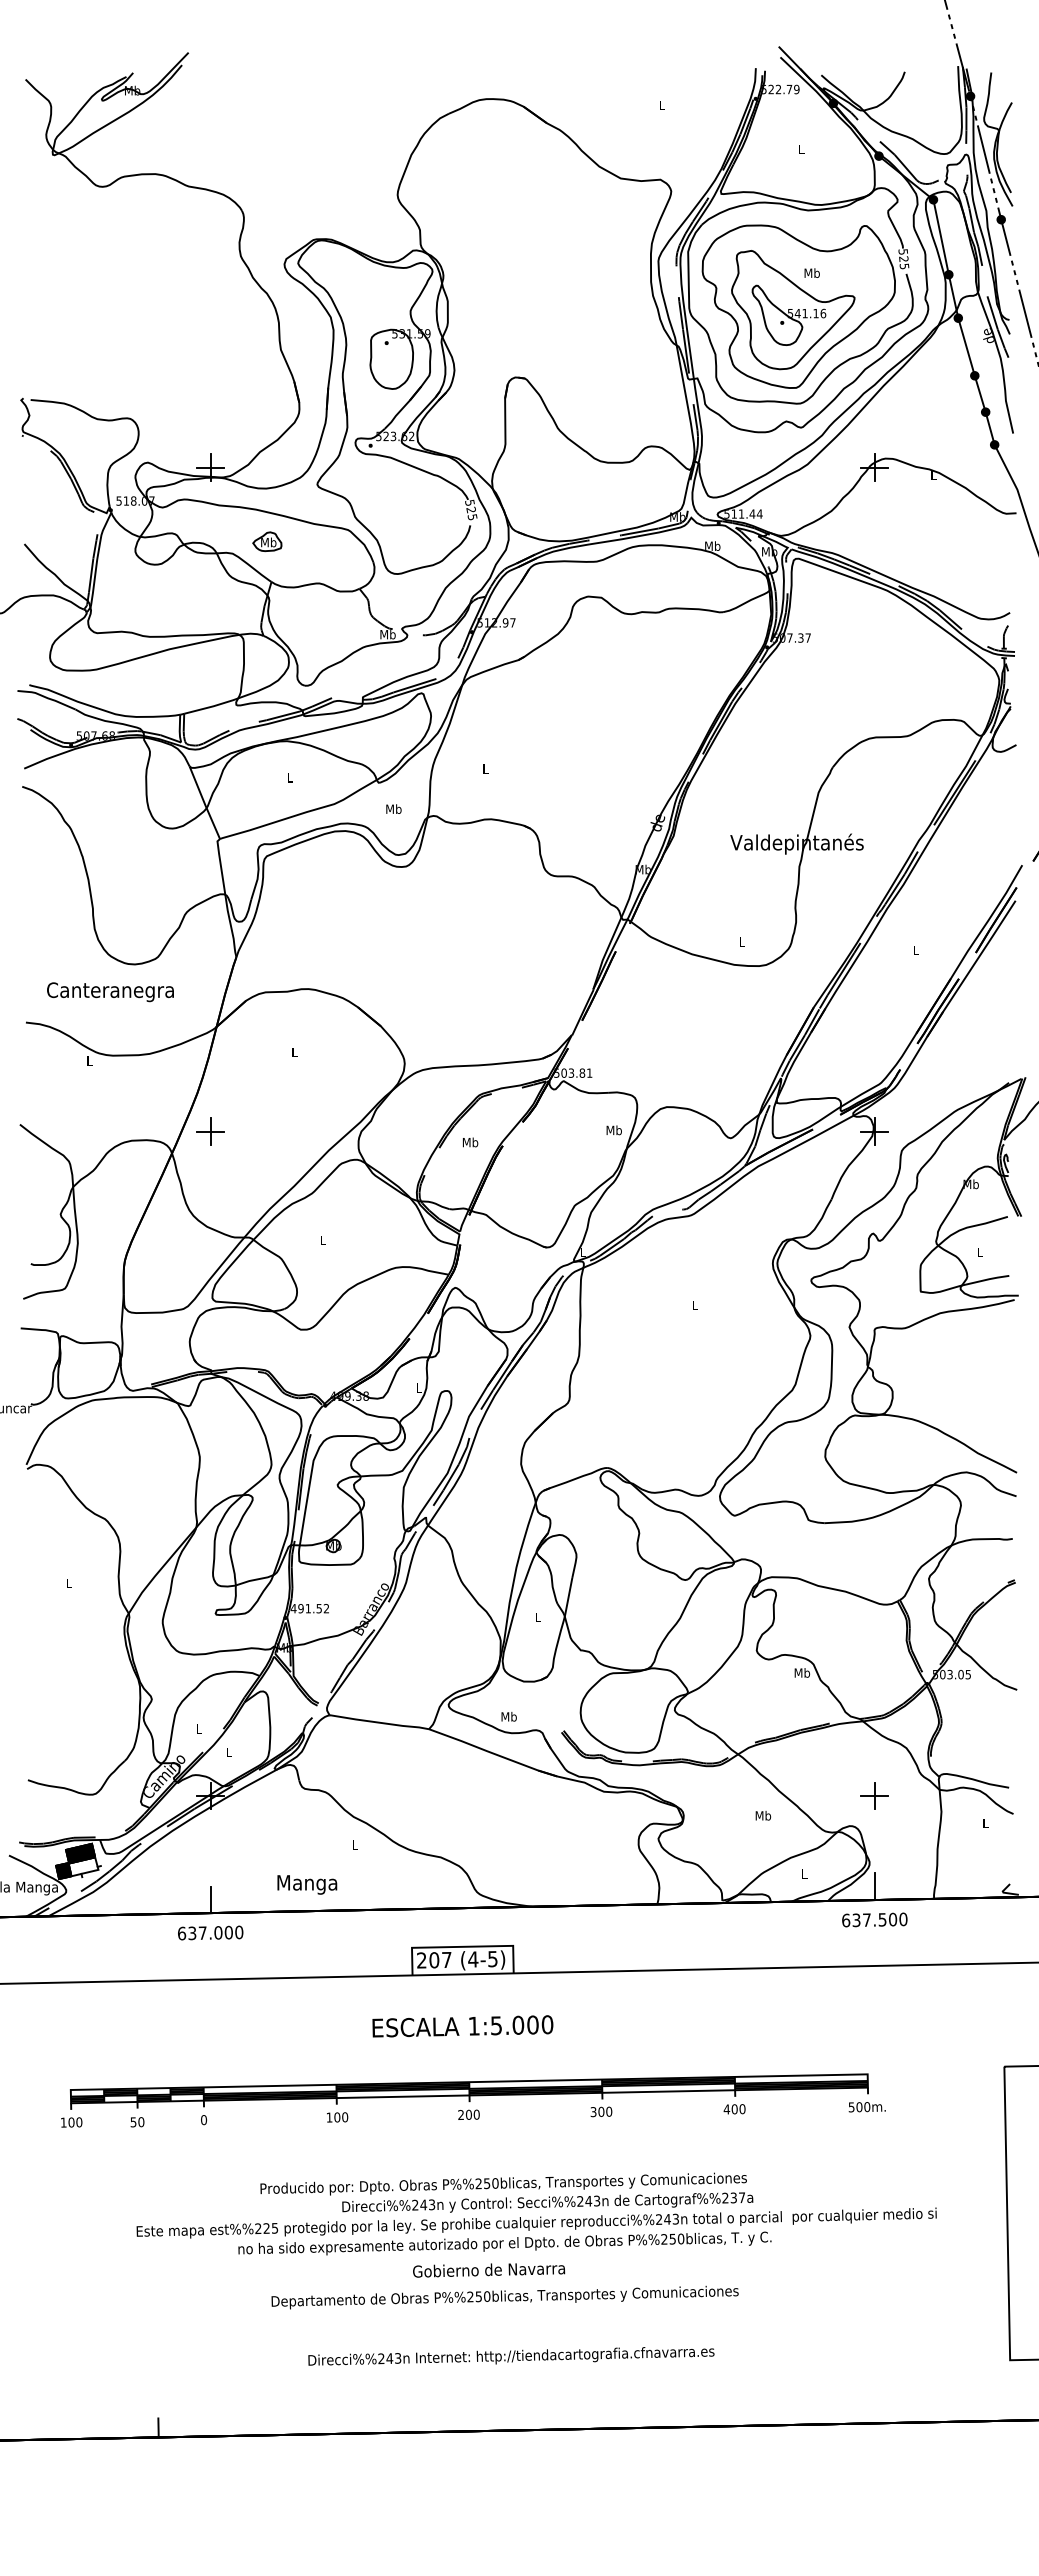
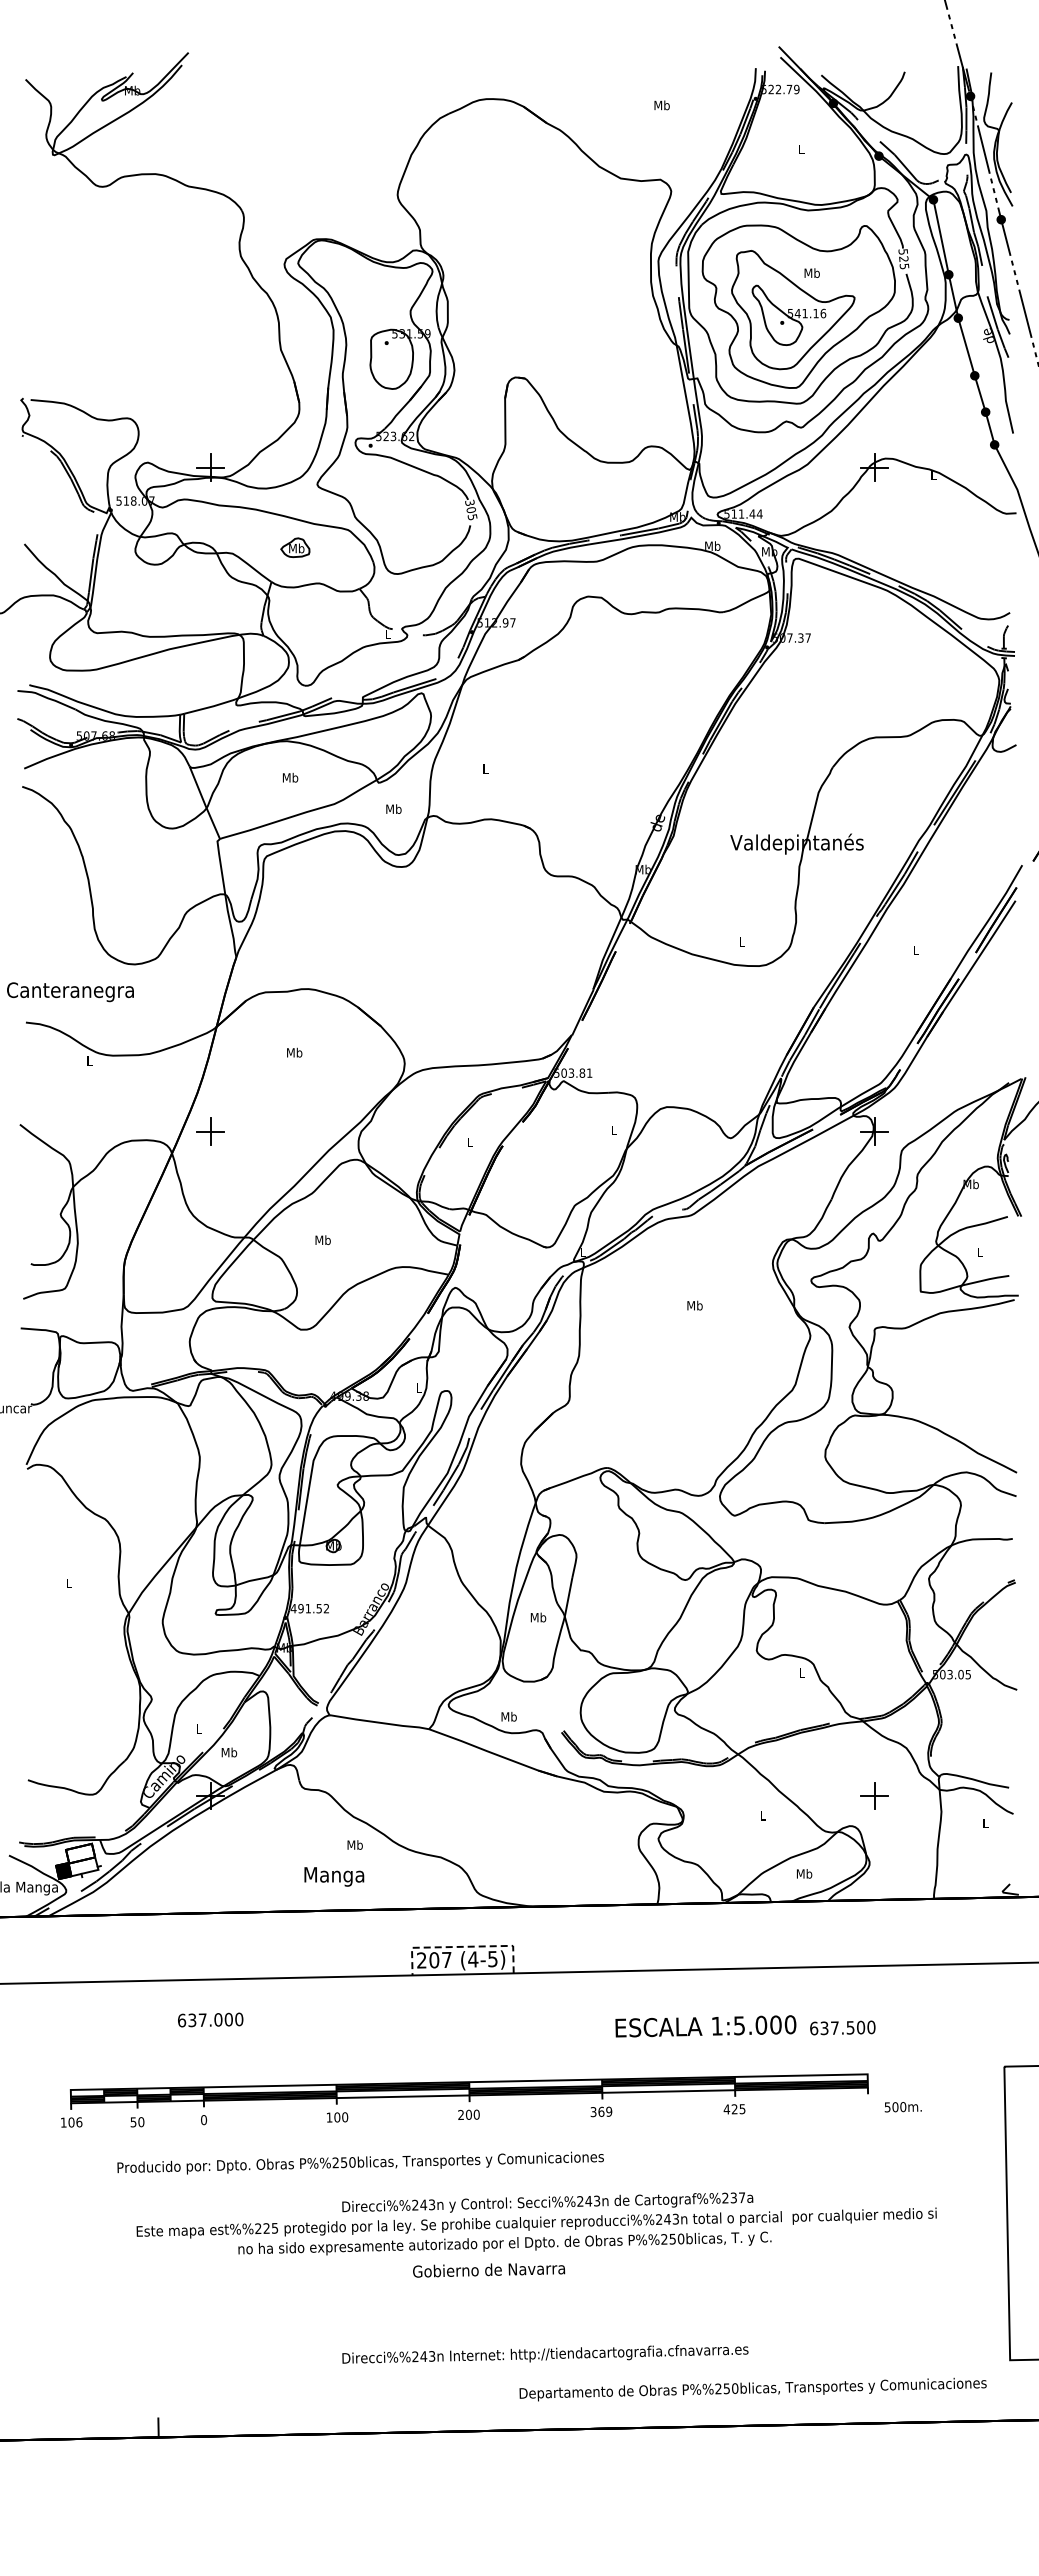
text at (661, 105): L -> Mb
text at (470, 506): 525 -> 305
part at (267, 541) position: (267, 541) -> (295, 547)
text at (387, 634): Mb -> L
text at (290, 777): L -> Mb
text at (110, 992) position: (110, 992) -> (70, 992)
text at (294, 1052): L -> Mb
text at (613, 1130): Mb -> L
text at (470, 1142): Mb -> L
text at (322, 1240): L -> Mb
text at (694, 1305): L -> Mb
text at (538, 1617): L -> Mb
text at (802, 1672): Mb -> L
text at (229, 1752): L -> Mb
text at (763, 1815): Mb -> L
text at (354, 1844): L -> Mb
fill at (80, 1853): present -> none
text at (804, 1873): L -> Mb
text at (307, 1884) position: (307, 1884) -> (334, 1876)
line at (874, 1886): present -> none
line at (210, 1899): present -> none
text at (874, 1919) position: (874, 1919) -> (842, 2027)
text at (210, 1932) position: (210, 1932) -> (210, 2019)
line at (462, 1946): solid -> dashed
text at (462, 2026) position: (462, 2026) -> (705, 2026)
text at (866, 2107) position: (866, 2107) -> (902, 2107)
text at (738, 2109): 400 -> 425
text at (605, 2111): 300 -> 369
text at (79, 2122): 100 -> 106
text at (503, 2183) position: (503, 2183) -> (360, 2162)
text at (504, 2297) position: (504, 2297) -> (752, 2389)
text at (511, 2356) position: (511, 2356) -> (545, 2354)
